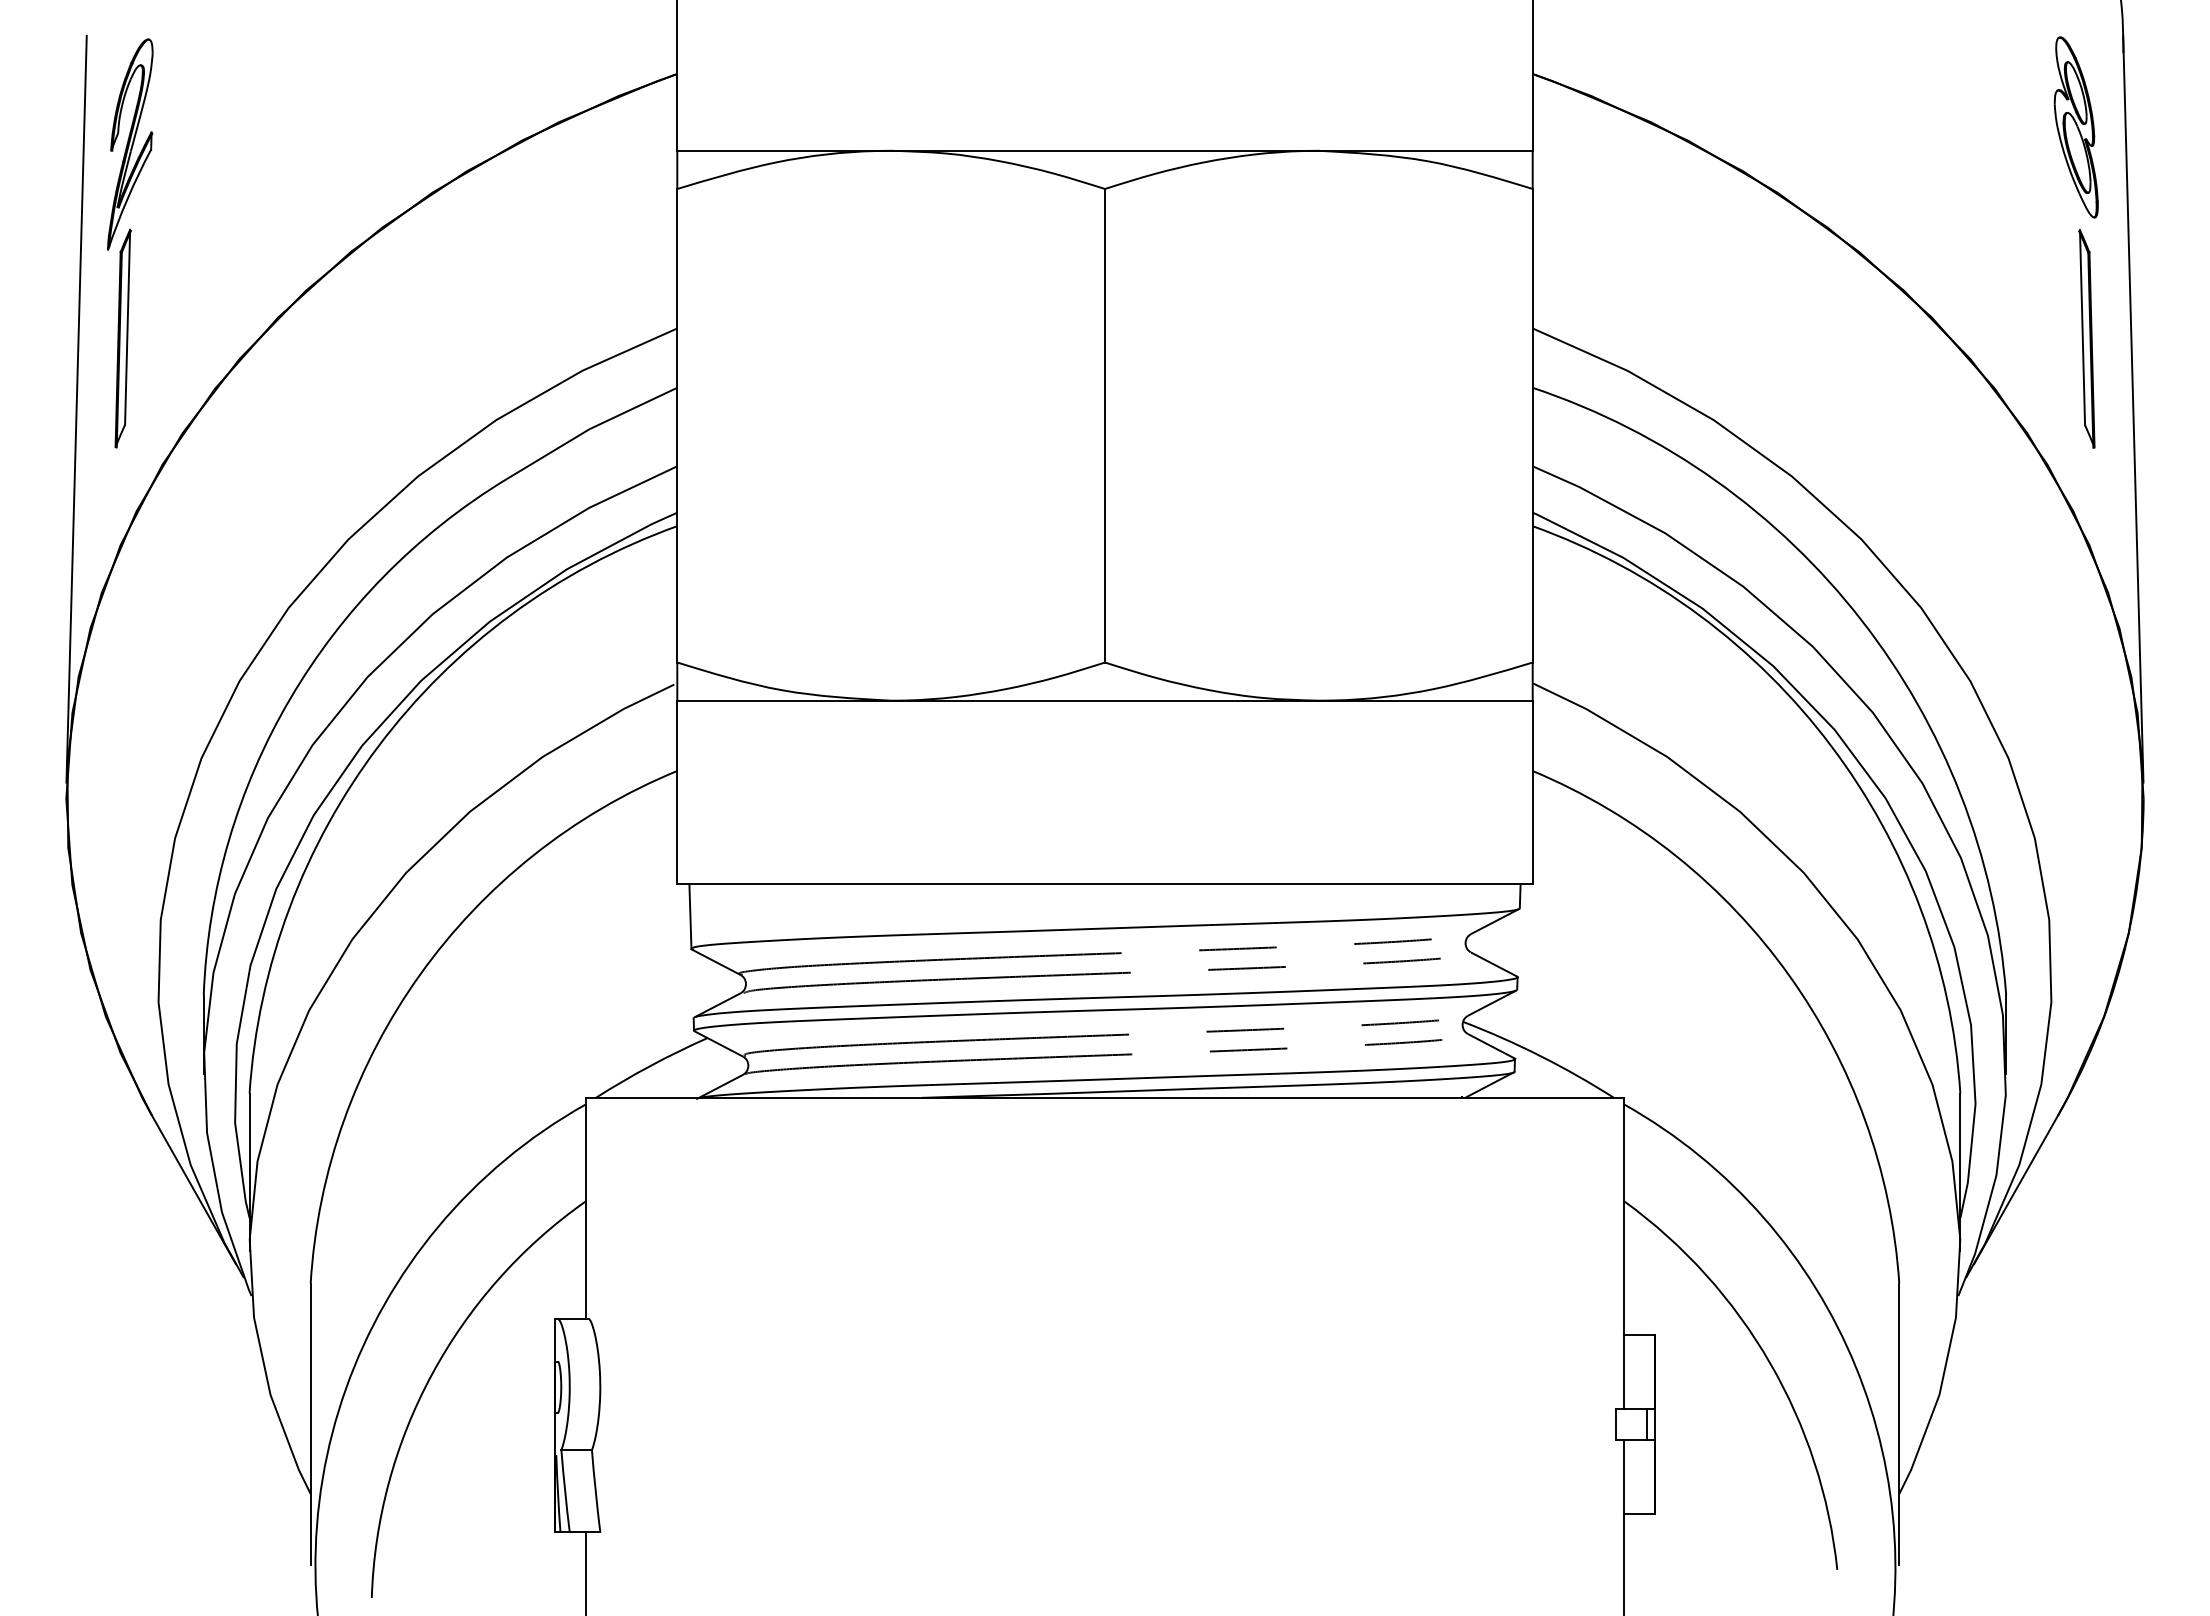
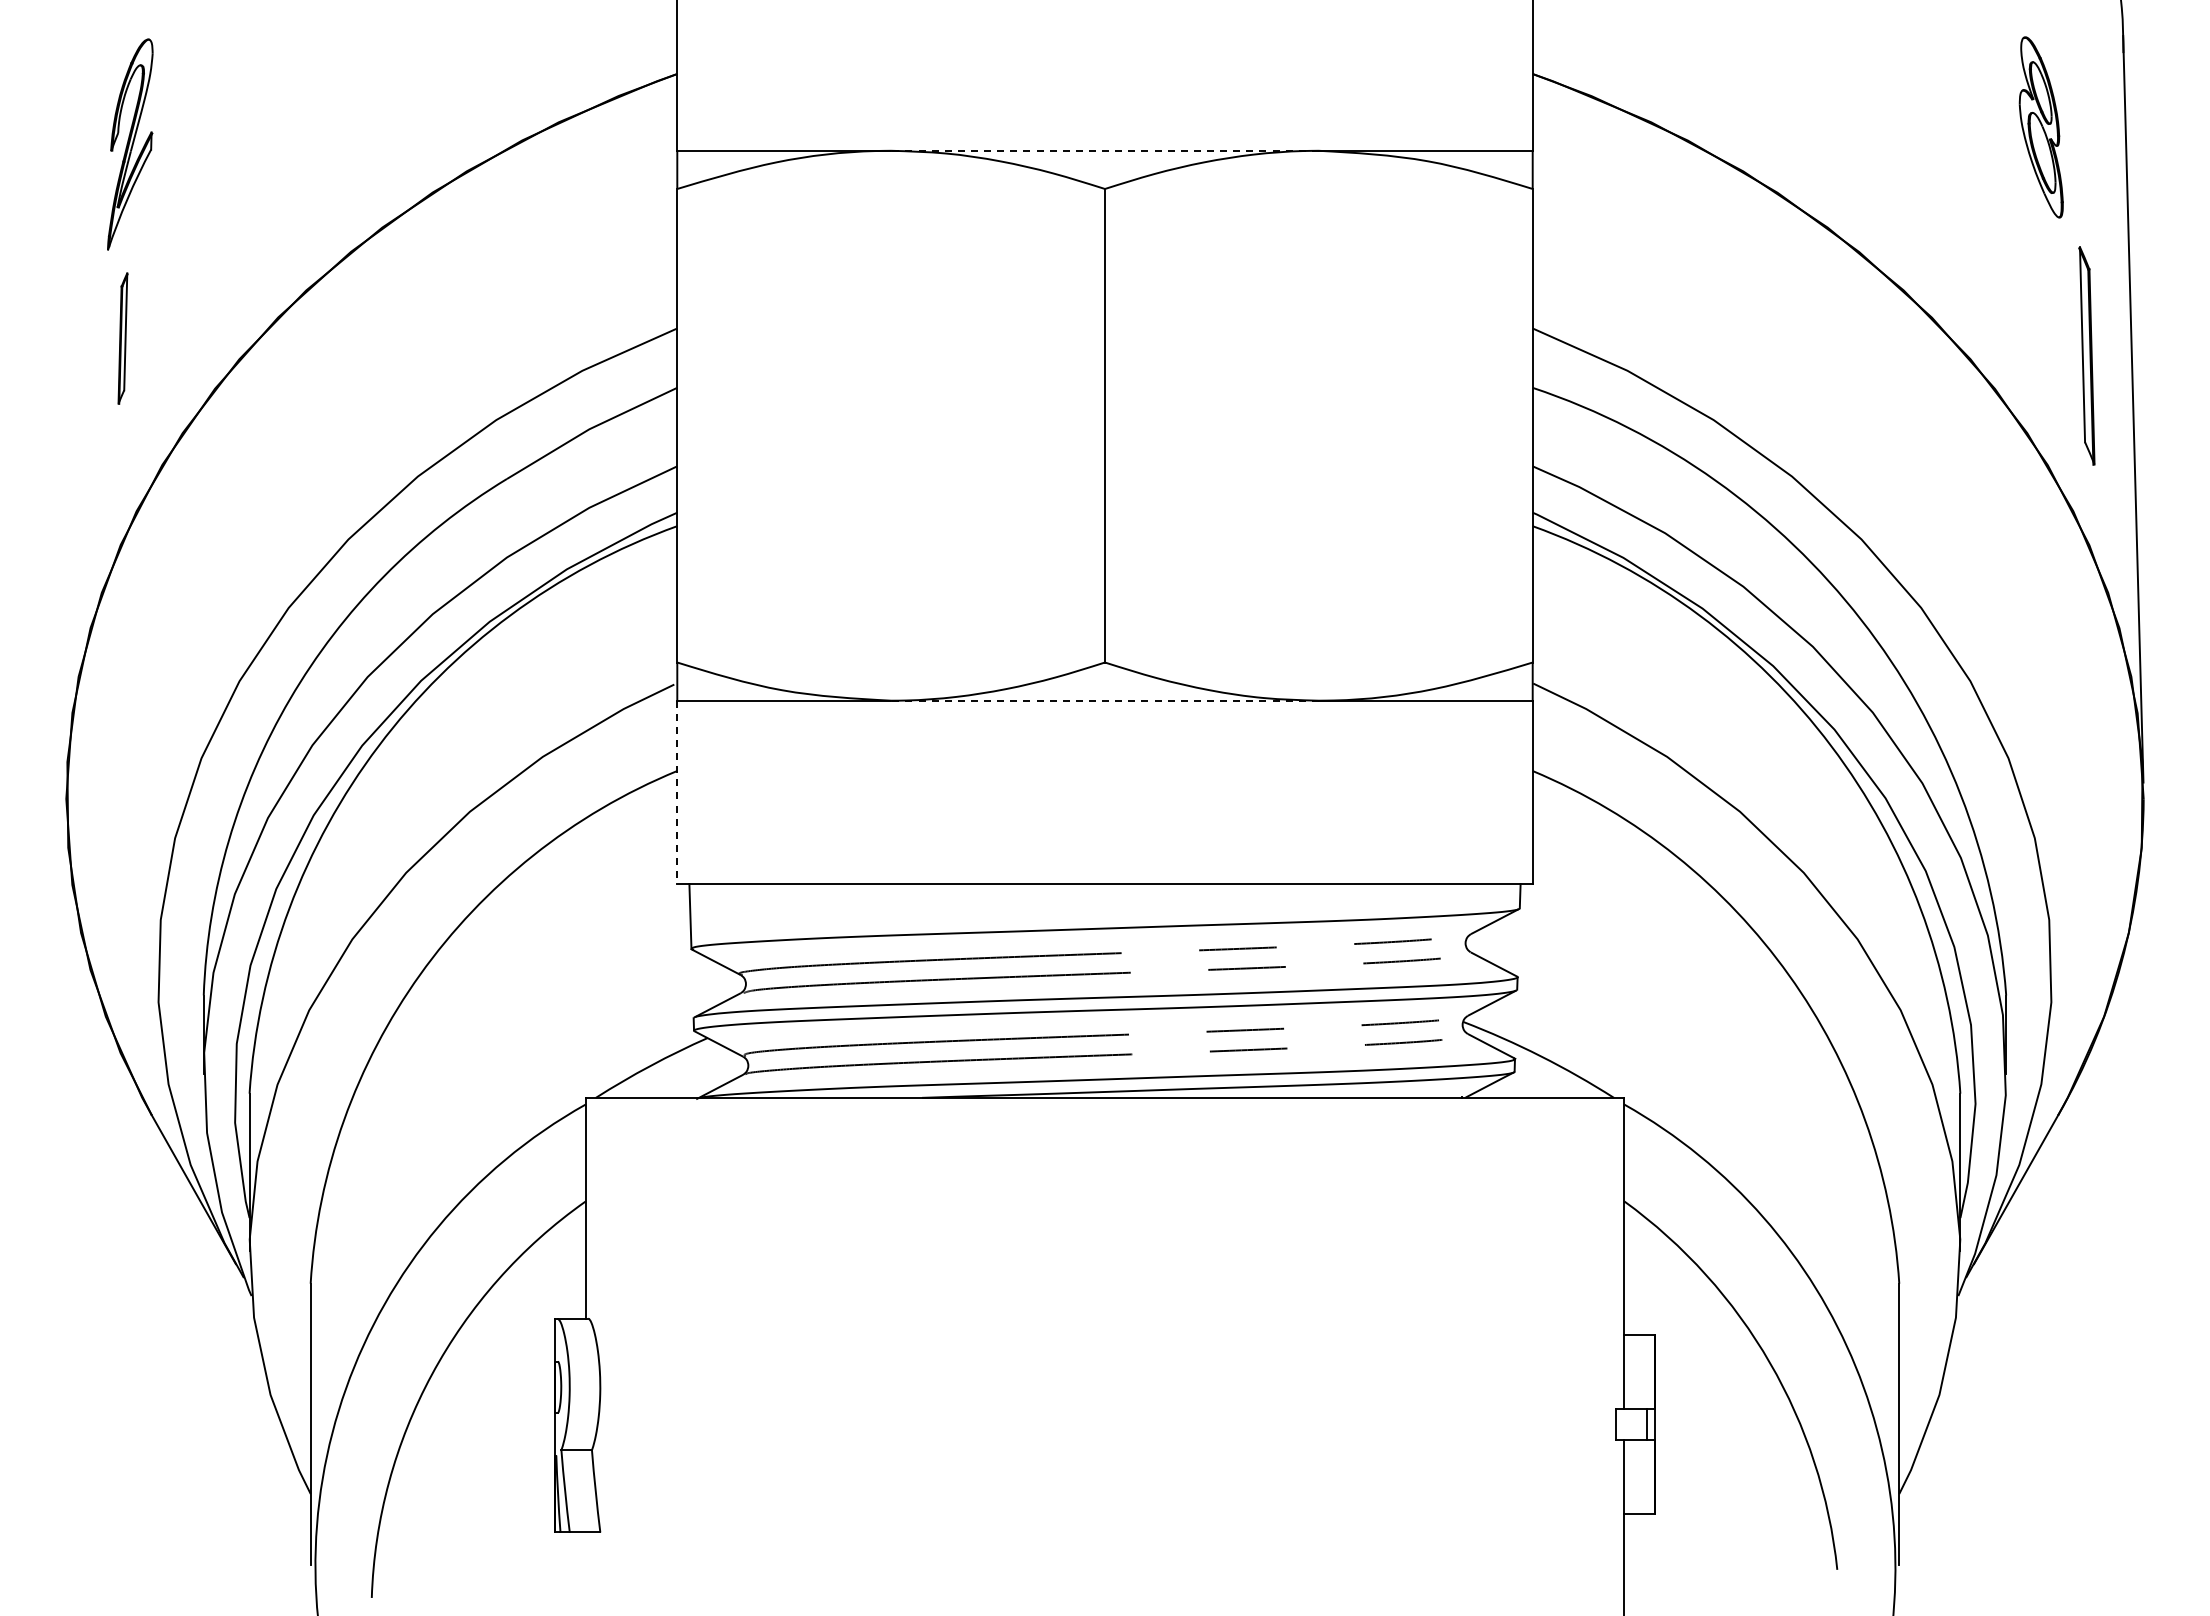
part at (2075, 127) position: (2075, 127) -> (2040, 127)
line at (1105, 150): solid -> dashed
part at (122, 338) size: 18x221 px -> 12x133 px
part at (2086, 338) position: (2086, 338) -> (2086, 355)
line at (76, 409): present -> none
line at (1105, 700): solid -> dashed
line at (677, 792): solid -> dashed
line at (585, 1572): present -> none
